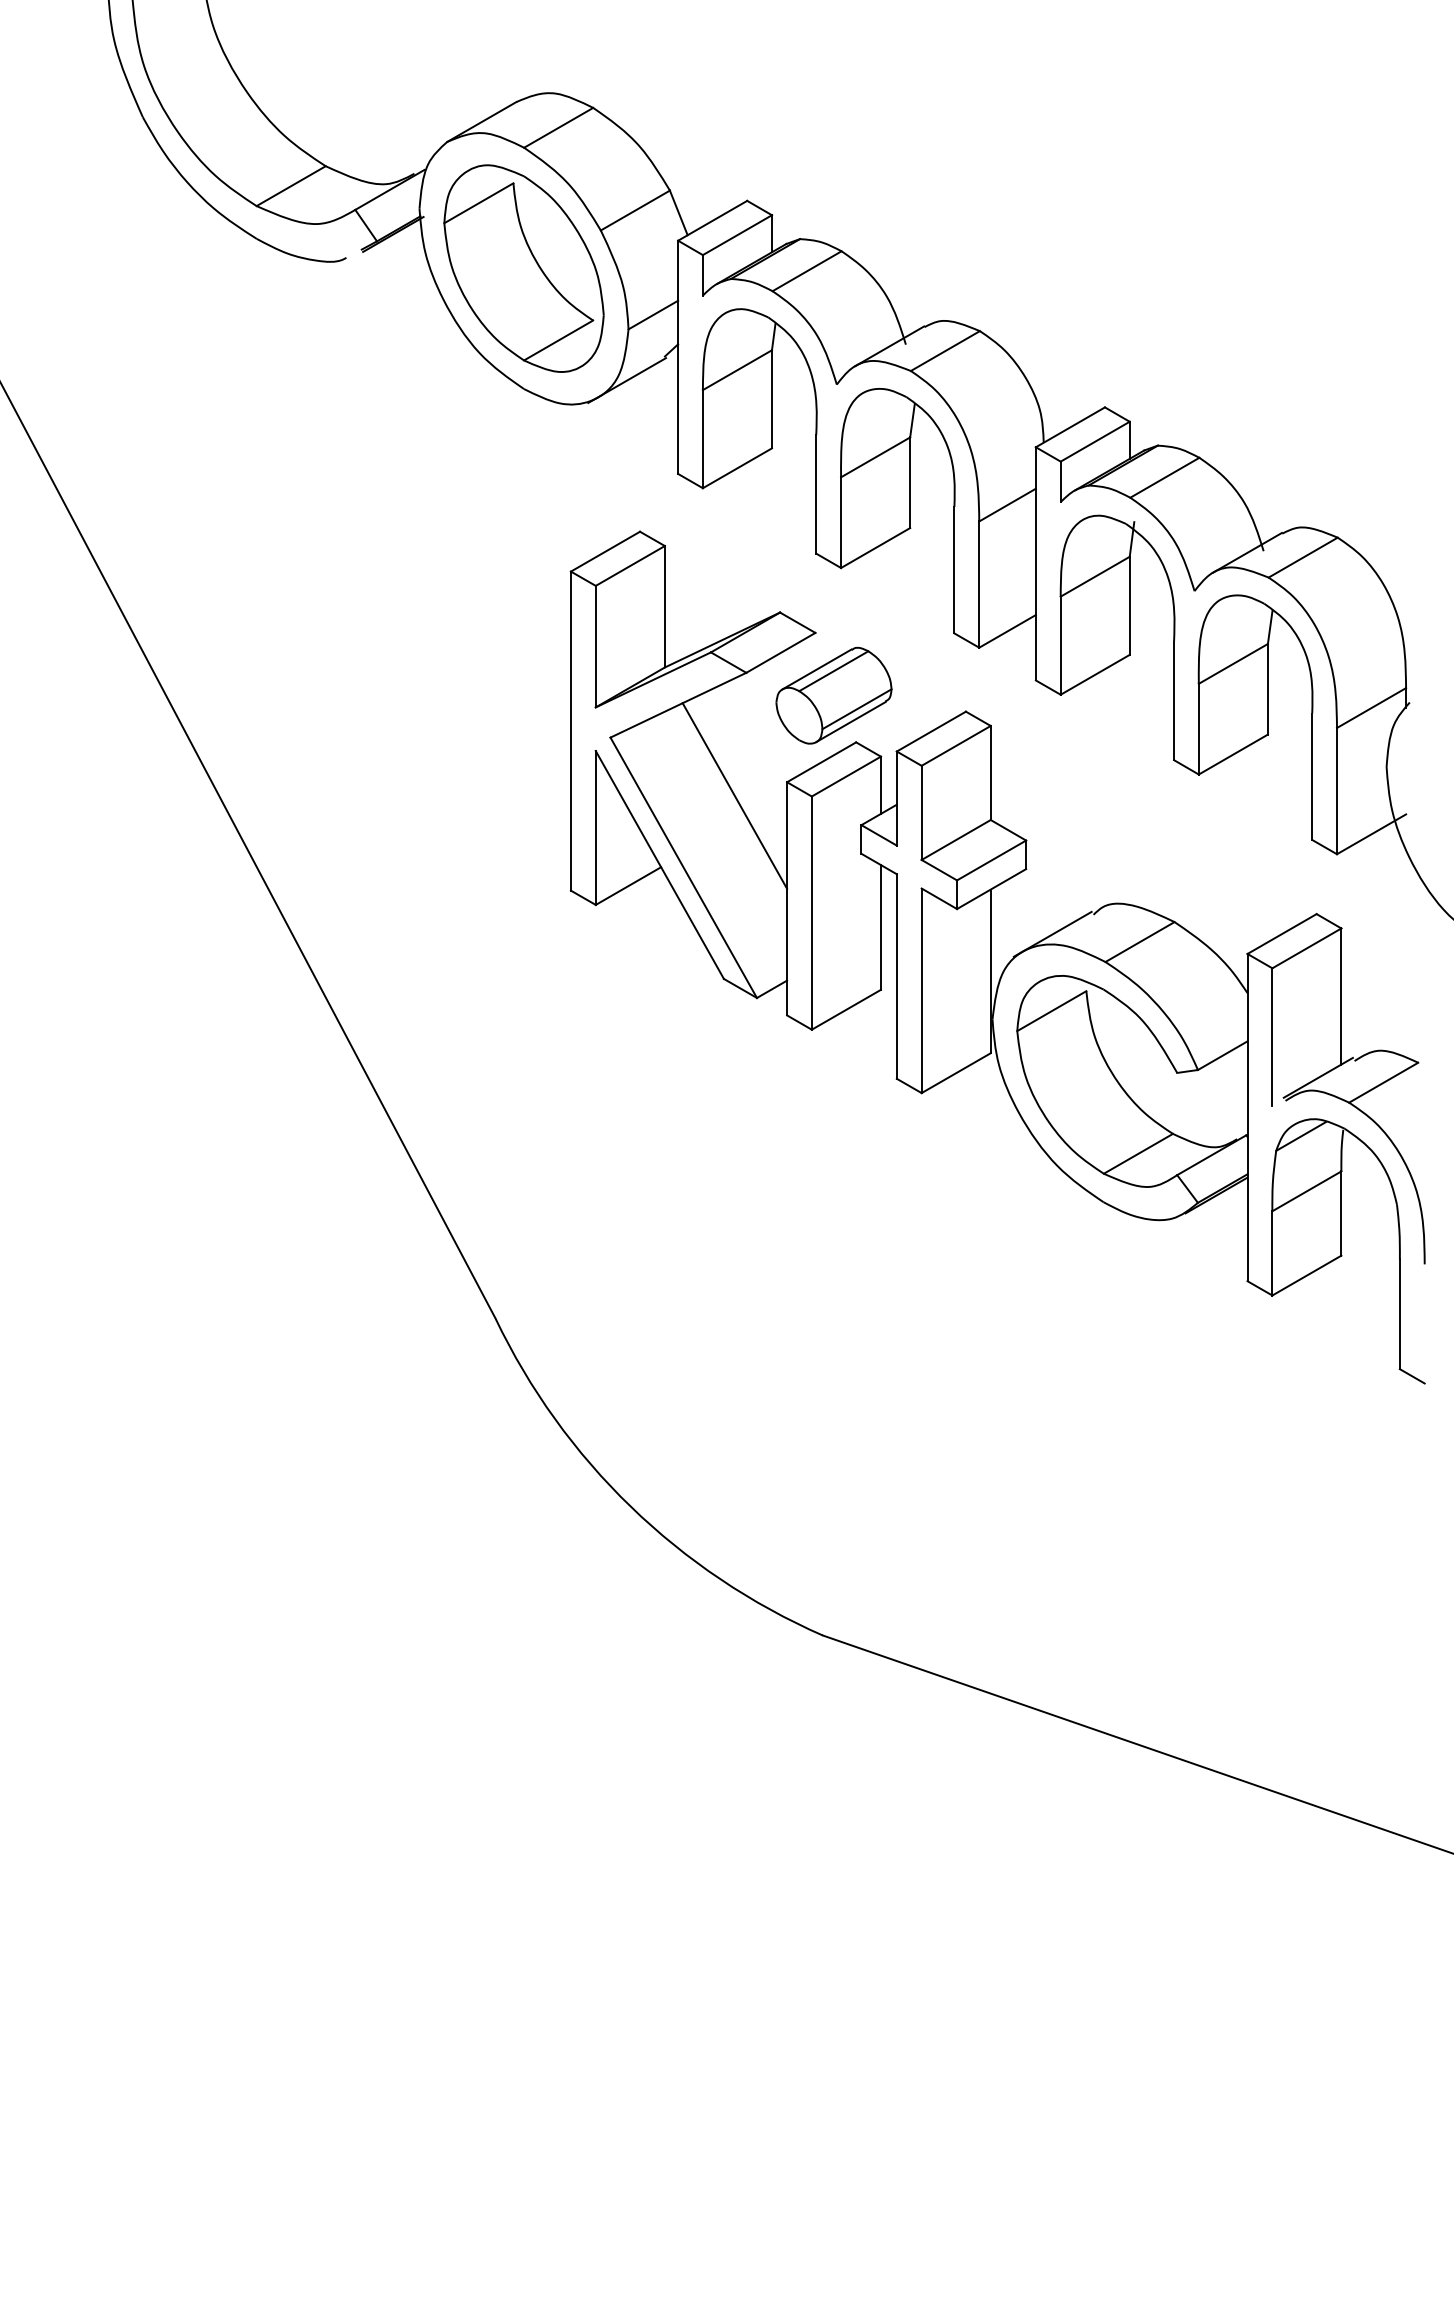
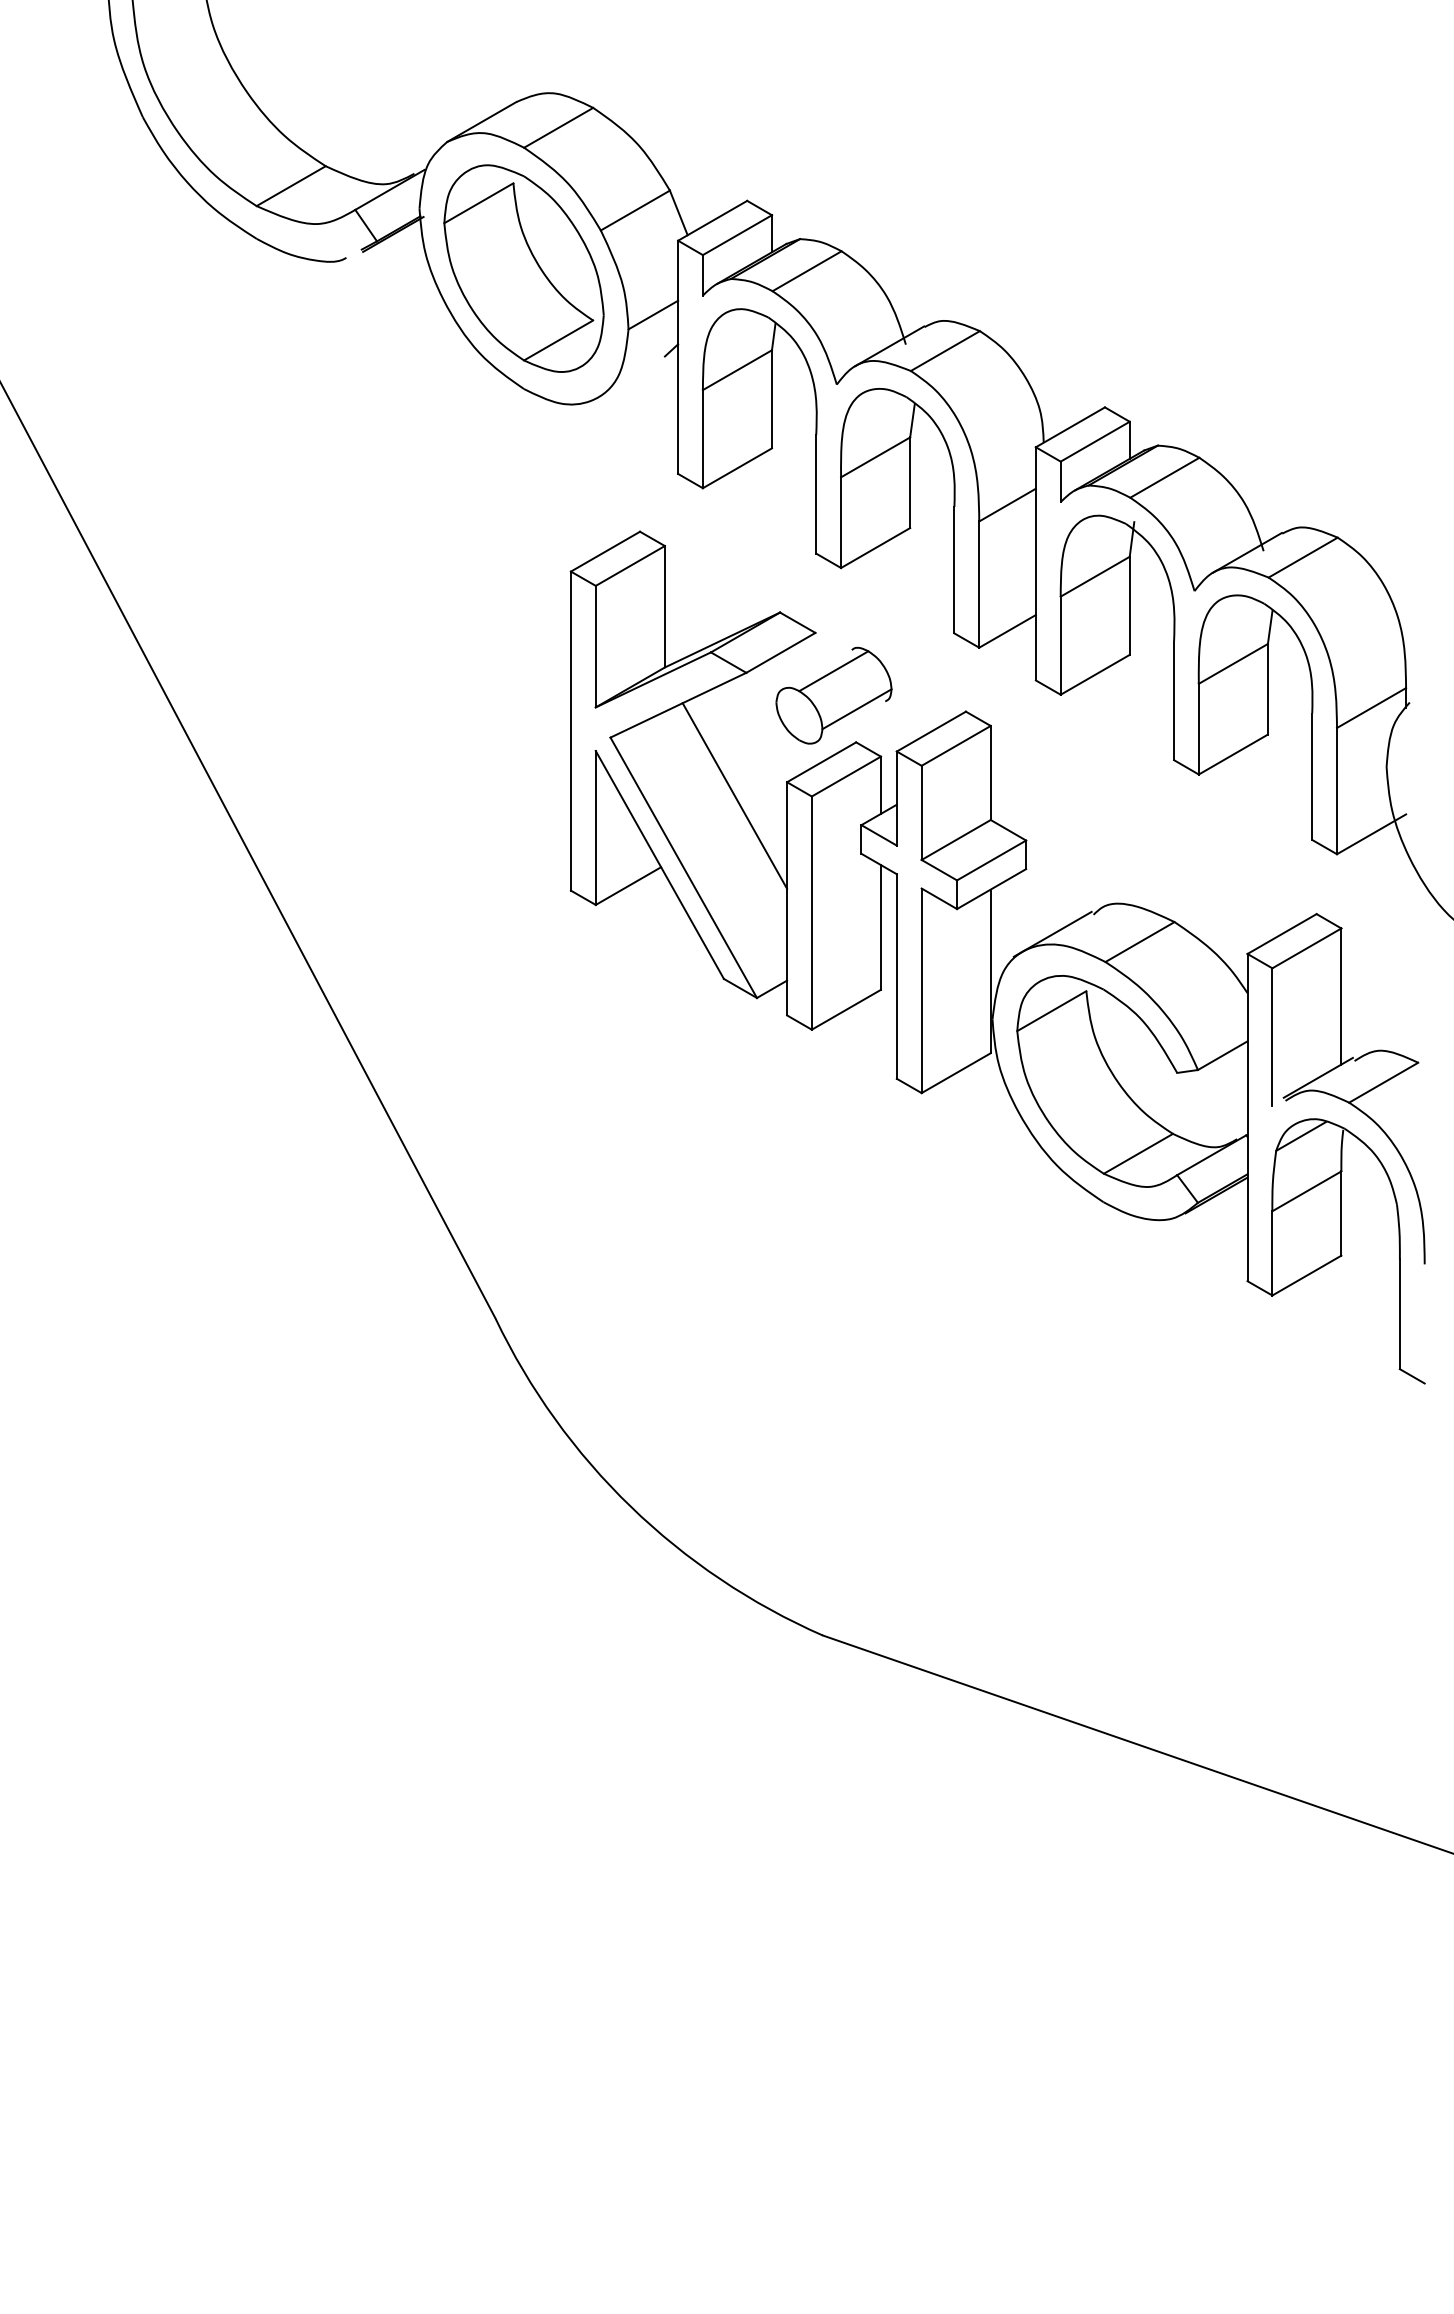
line at (627, 380): present -> none
line at (816, 669): present -> none
line at (850, 721): present -> none
